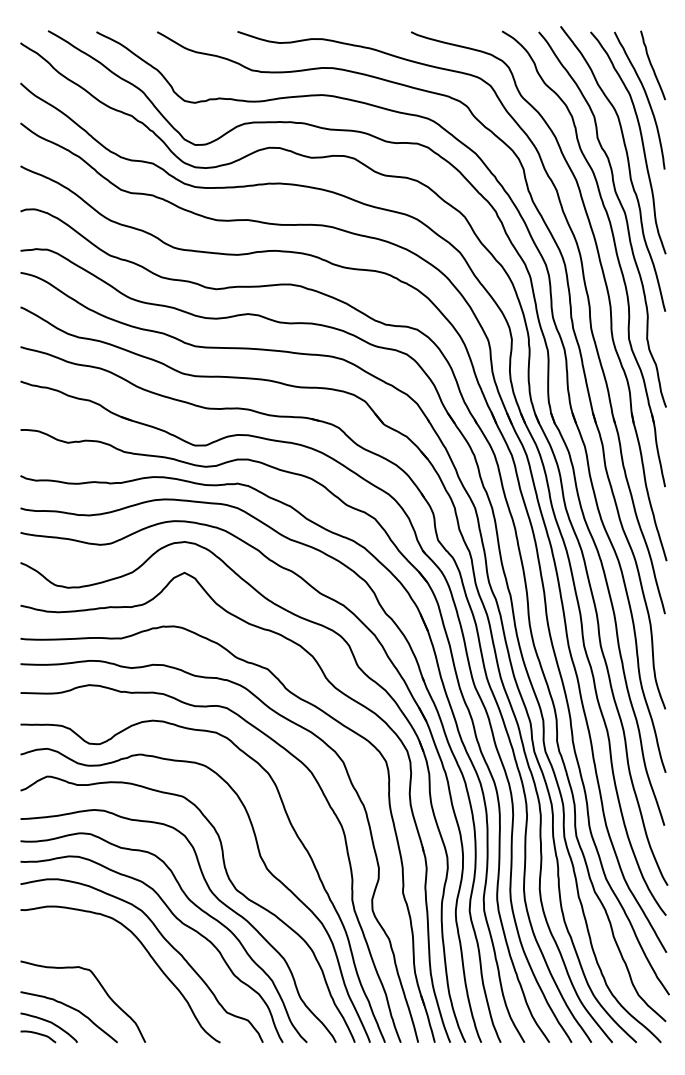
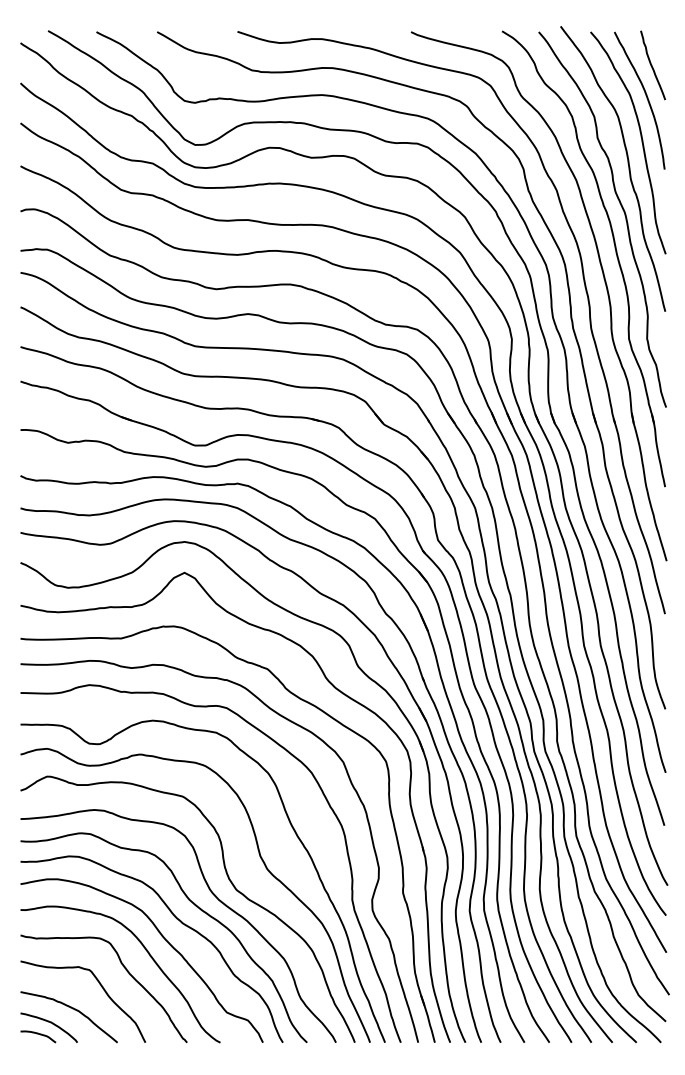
curve at (126, 971): none -> present
